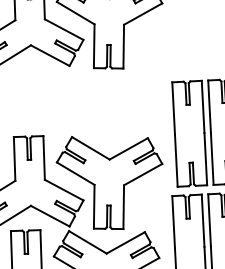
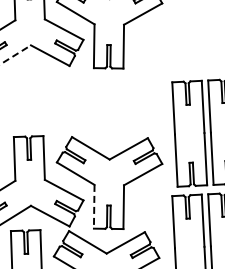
line at (15, 54): solid -> dashed
line at (94, 206): solid -> dashed
